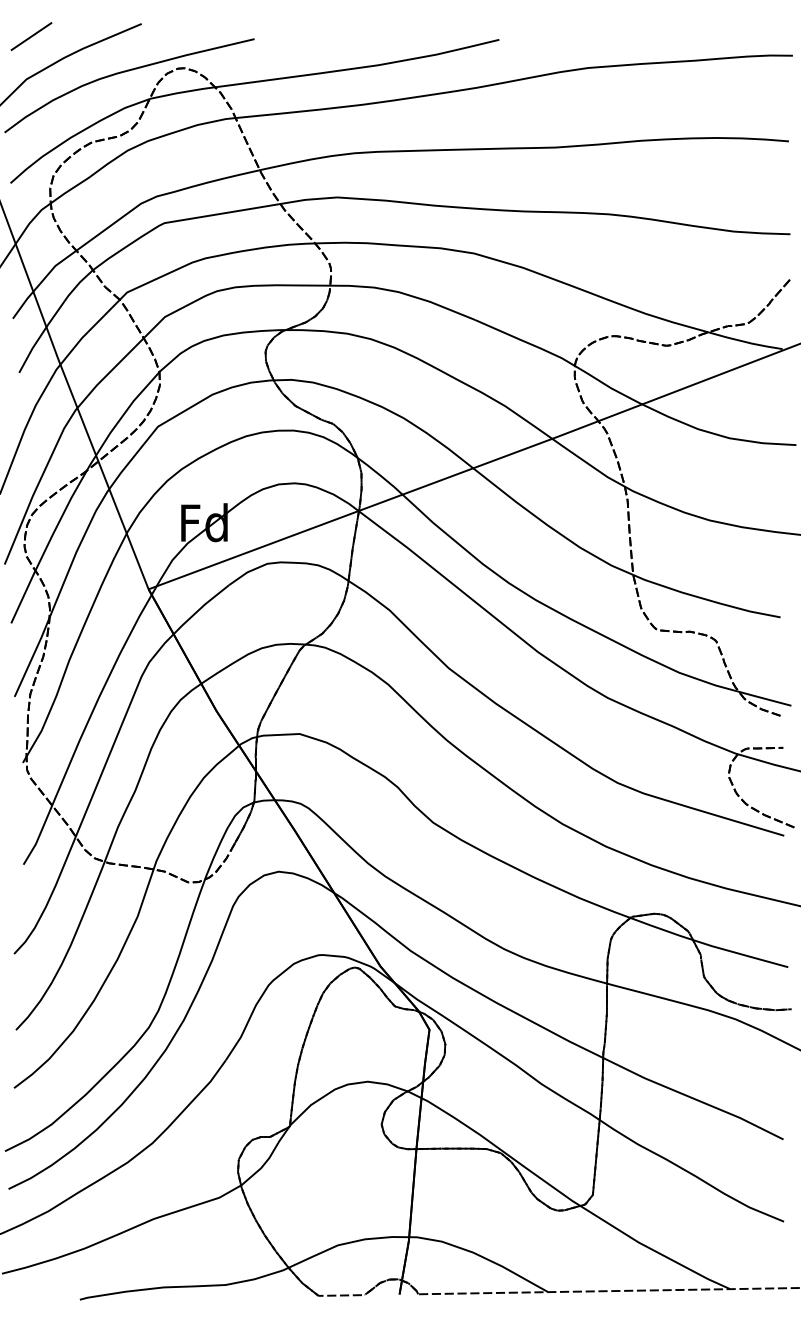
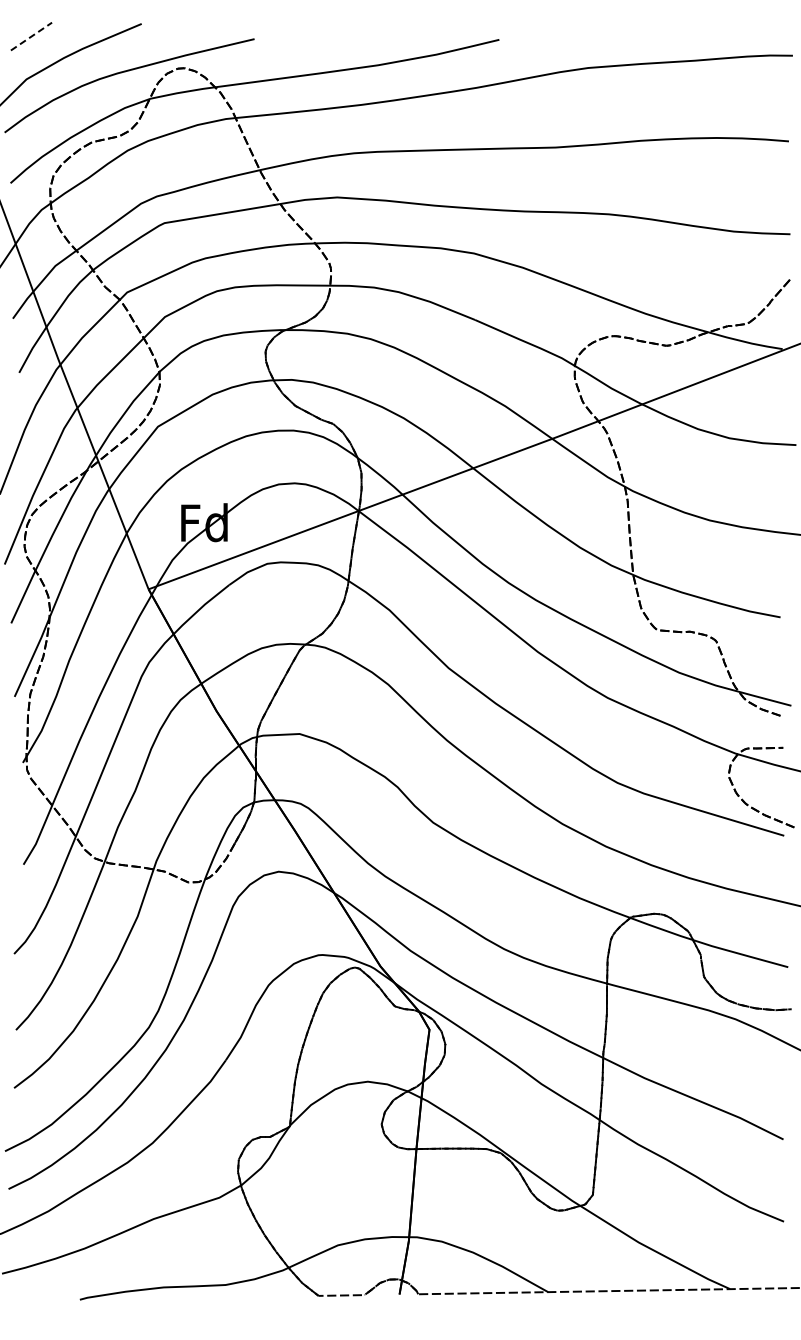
line at (31, 36): solid -> dashed
